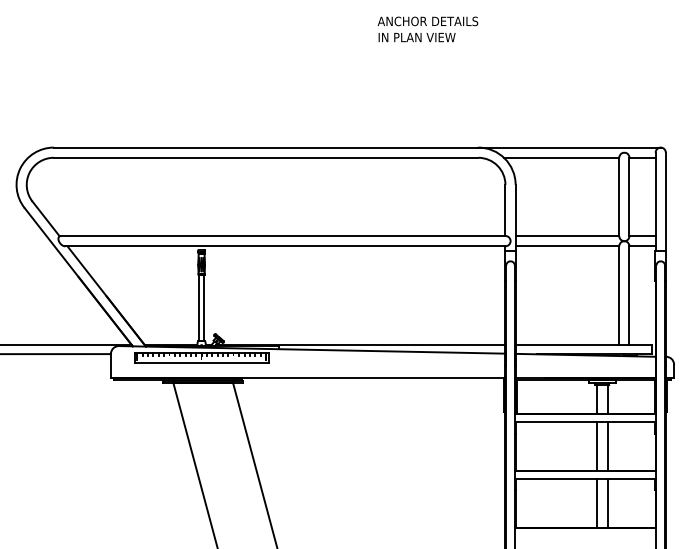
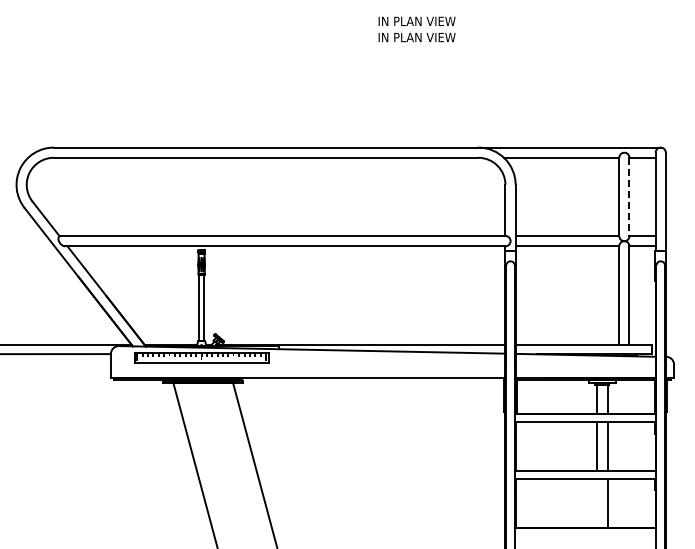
text at (427, 21): ANCHOR DETAILS -> IN PLAN VIEW
line at (629, 197): solid -> dashed
line at (597, 503): present -> none
